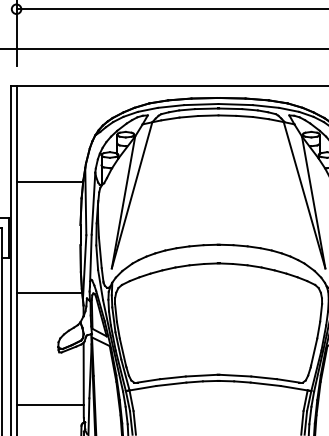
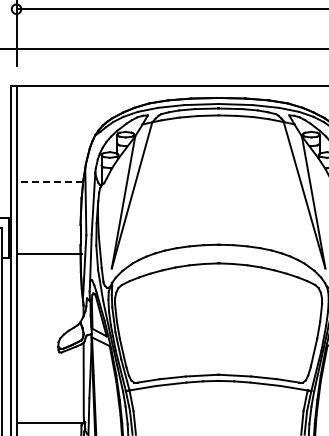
line at (49, 181): solid -> dashed
line at (49, 293) position: (49, 293) -> (49, 254)
line at (49, 404) position: (49, 404) -> (49, 422)
